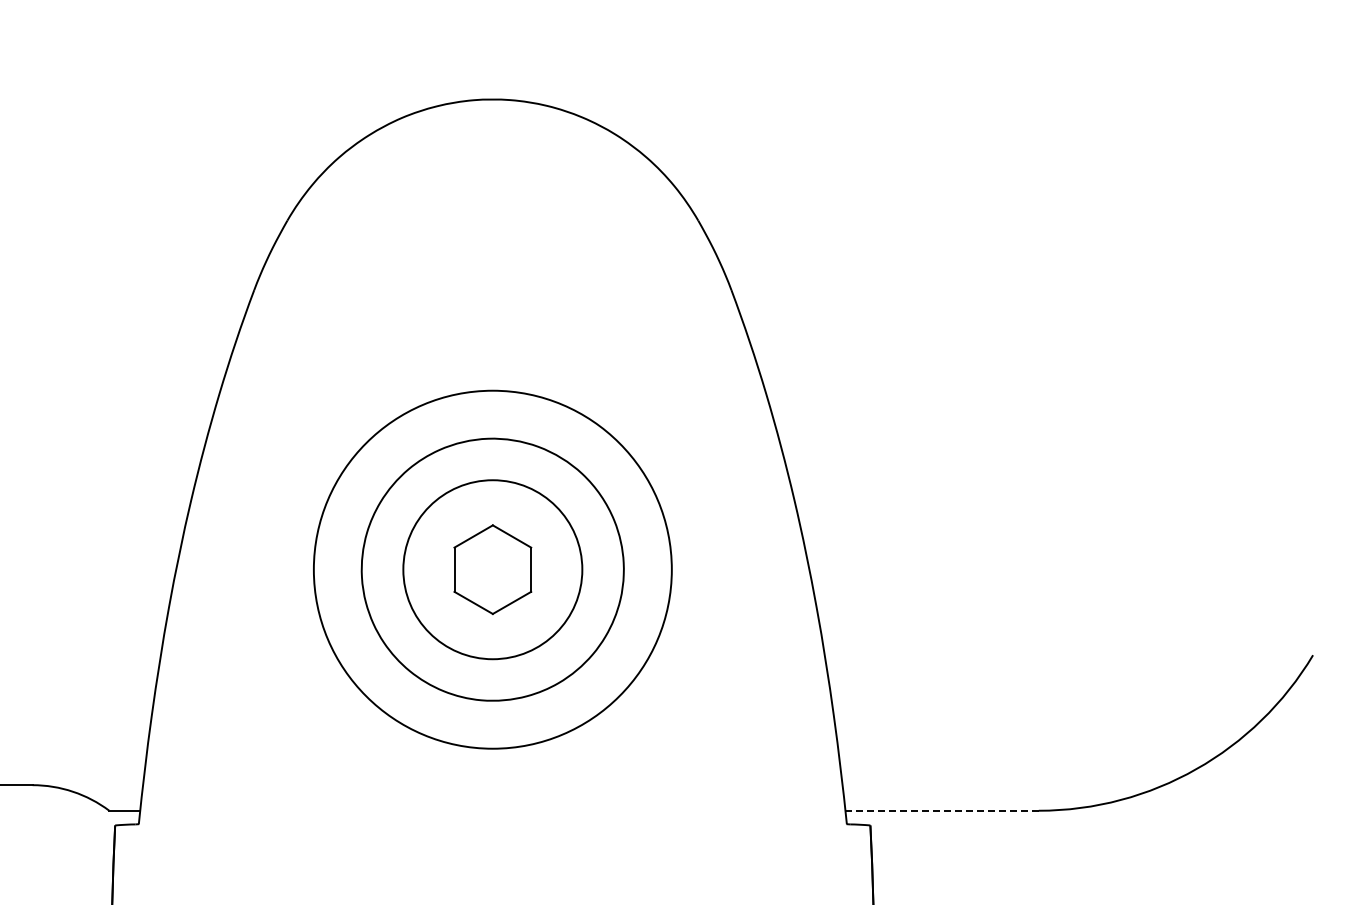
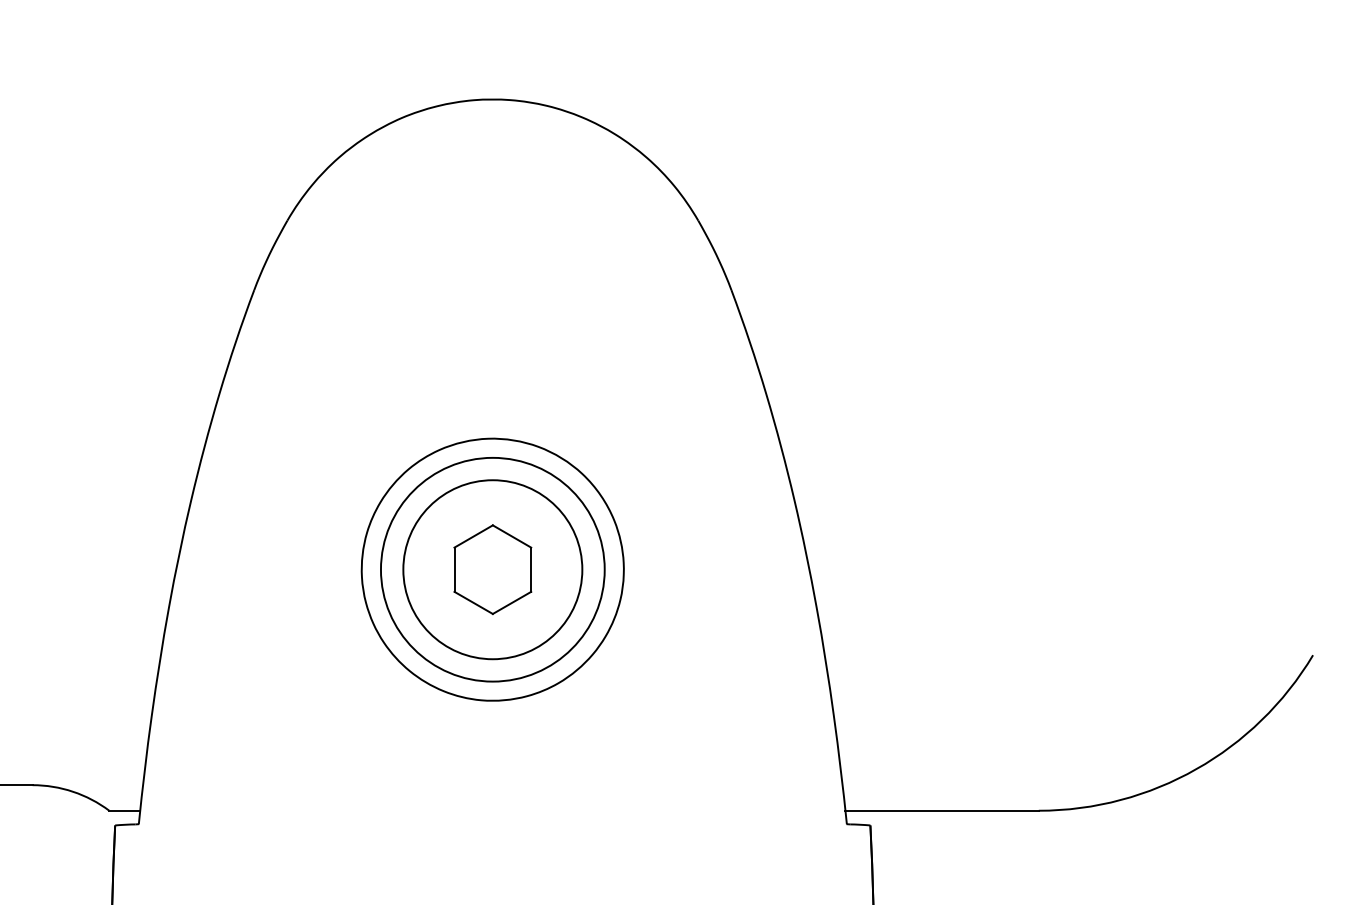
circle at (492, 569) diameter: 358 px -> 224 px
line at (942, 810): dashed -> solid
